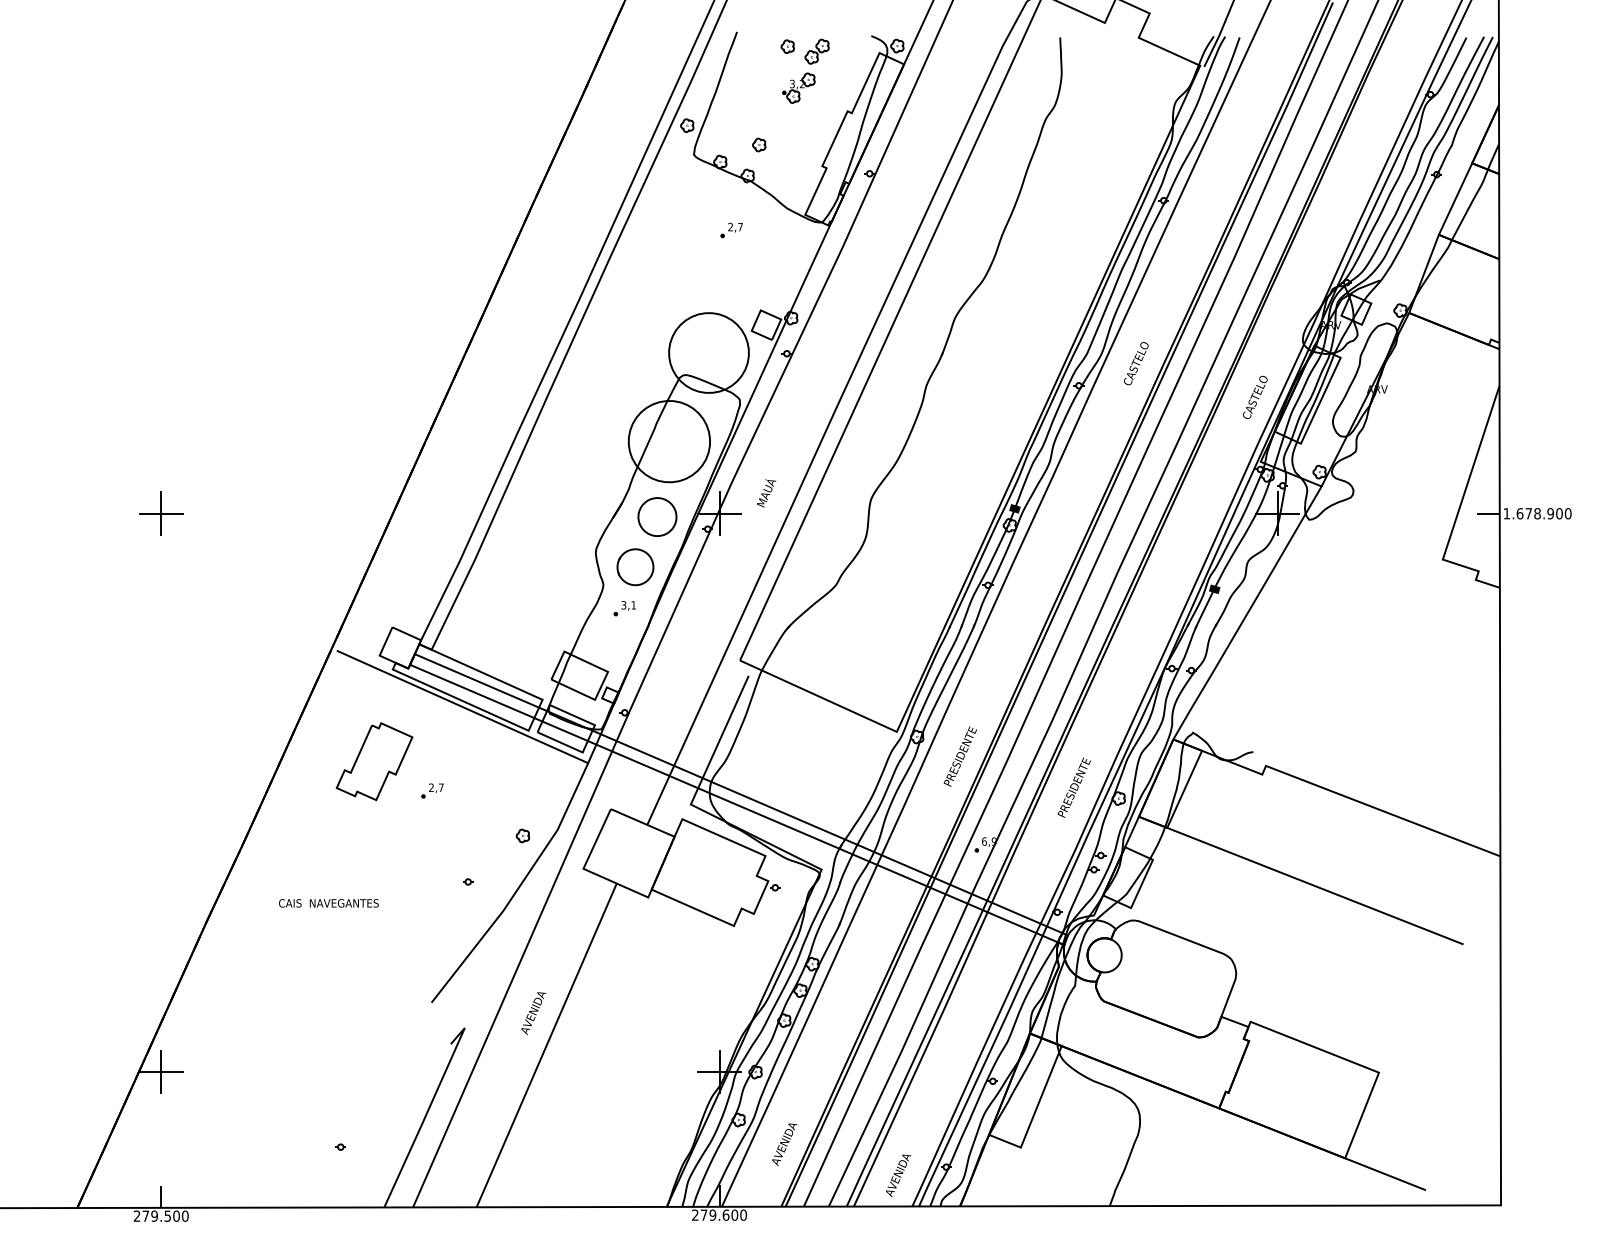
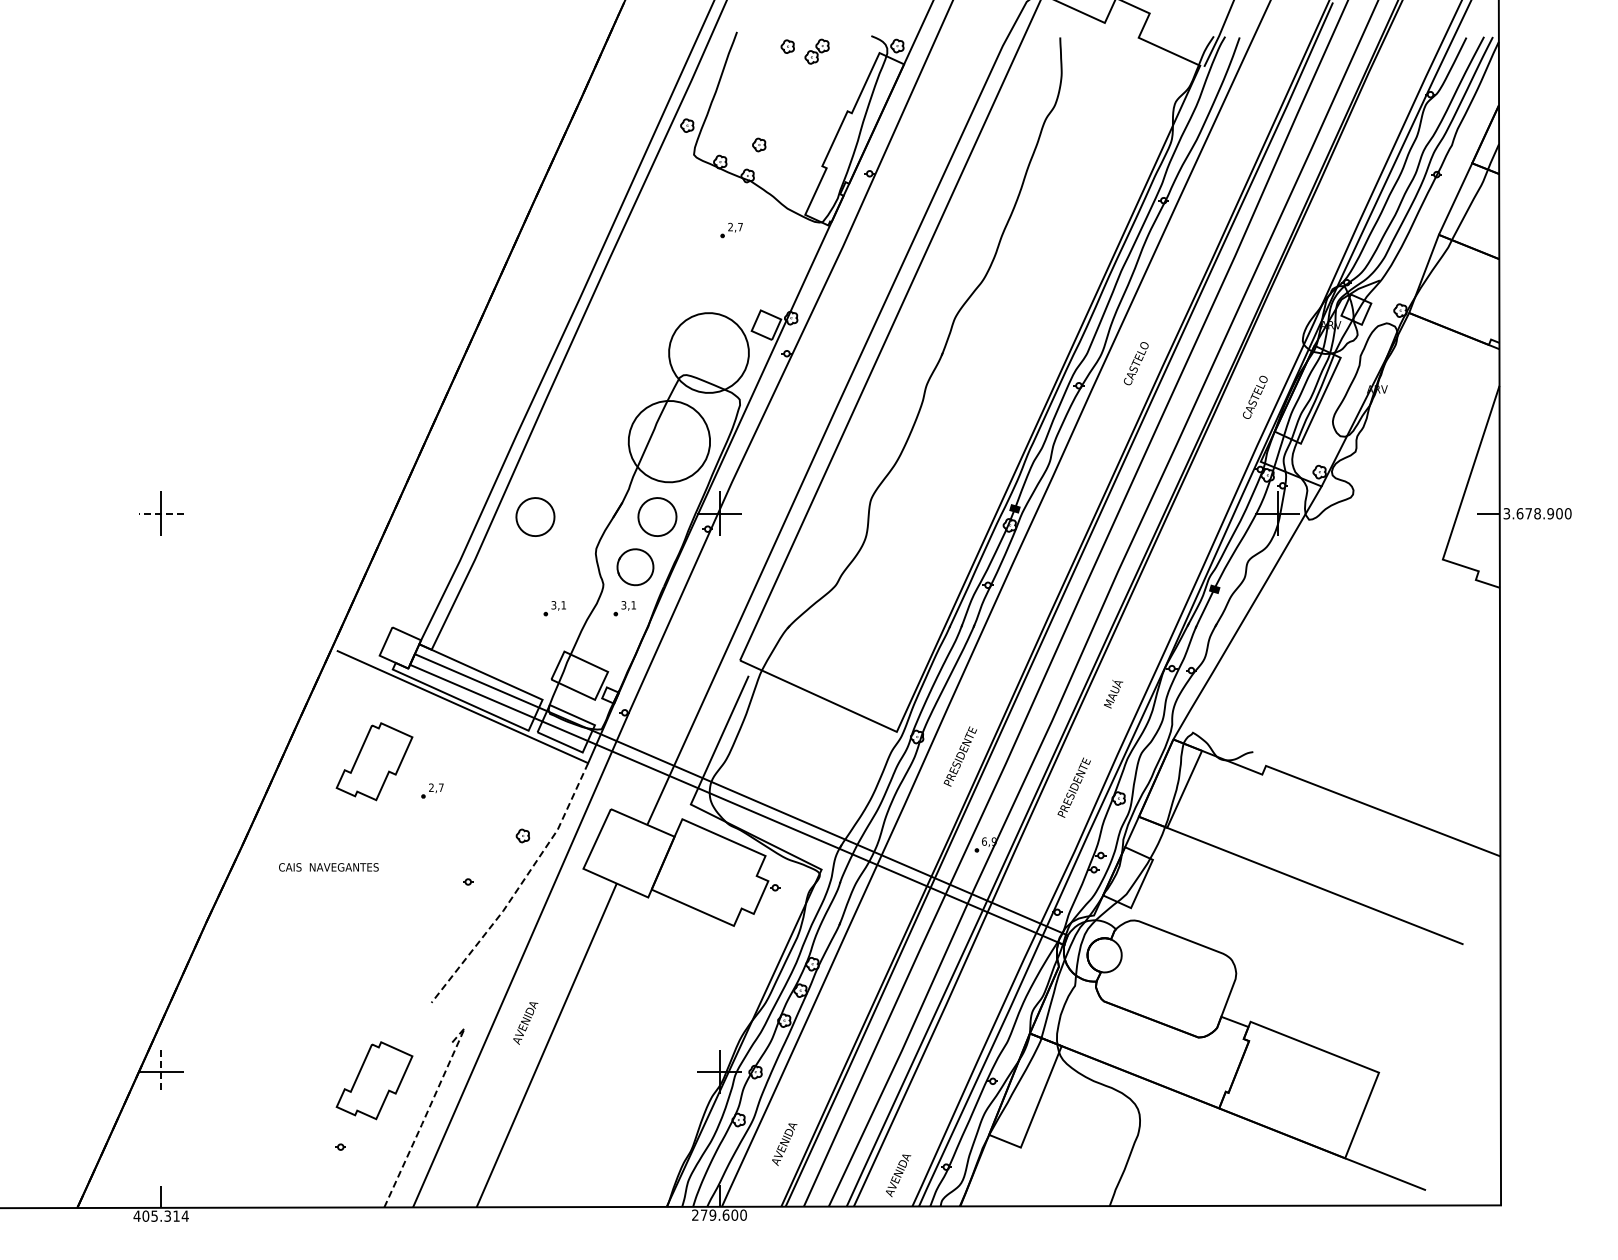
part at (798, 87): present -> none
text at (766, 493) position: (766, 493) -> (1113, 694)
line at (160, 513): solid -> dashed
text at (1506, 513): 1.678.900 -> 3.678.900
part at (535, 516): none -> present
part at (554, 608): none -> present
line at (518, 888): solid -> dashed
text at (328, 903) position: (328, 903) -> (328, 867)
text at (533, 1013) position: (533, 1013) -> (525, 1023)
line at (161, 1072): solid -> dashed
part at (374, 1080): none -> present
line at (429, 1107): solid -> dashed
text at (160, 1215): 279.500 -> 405.314
